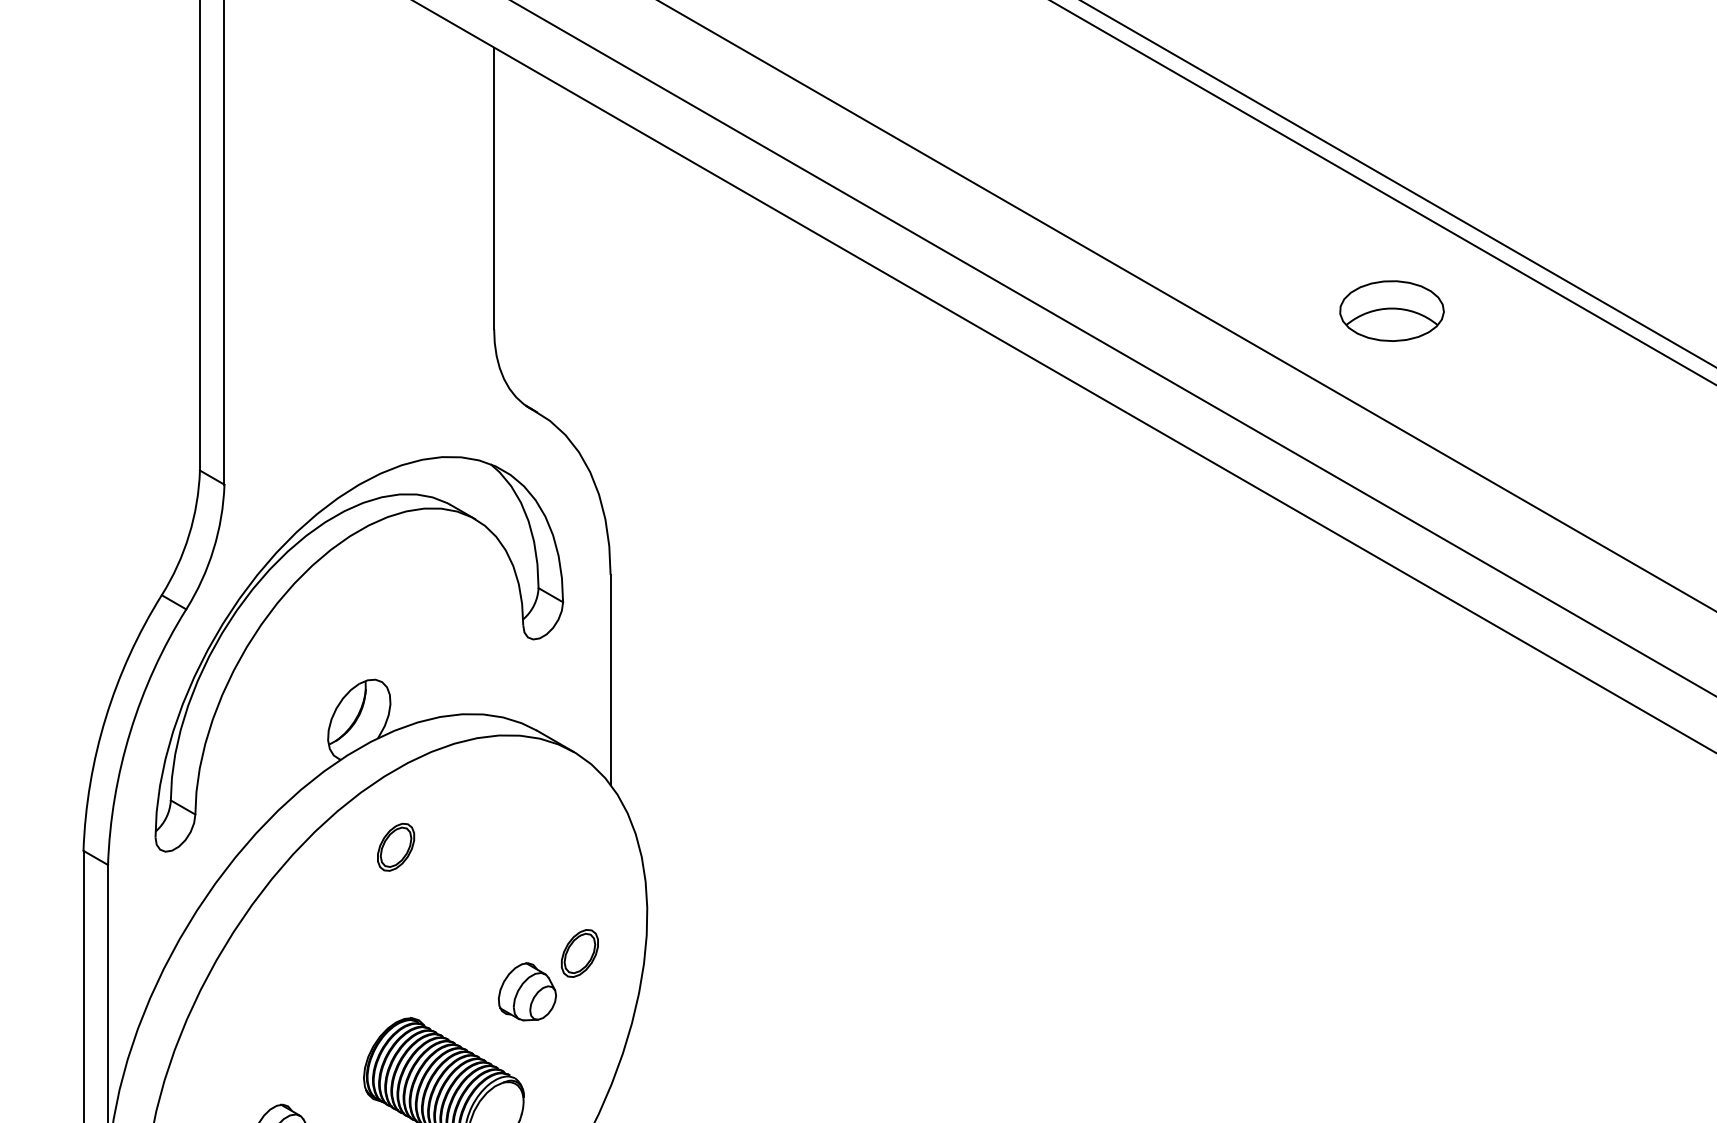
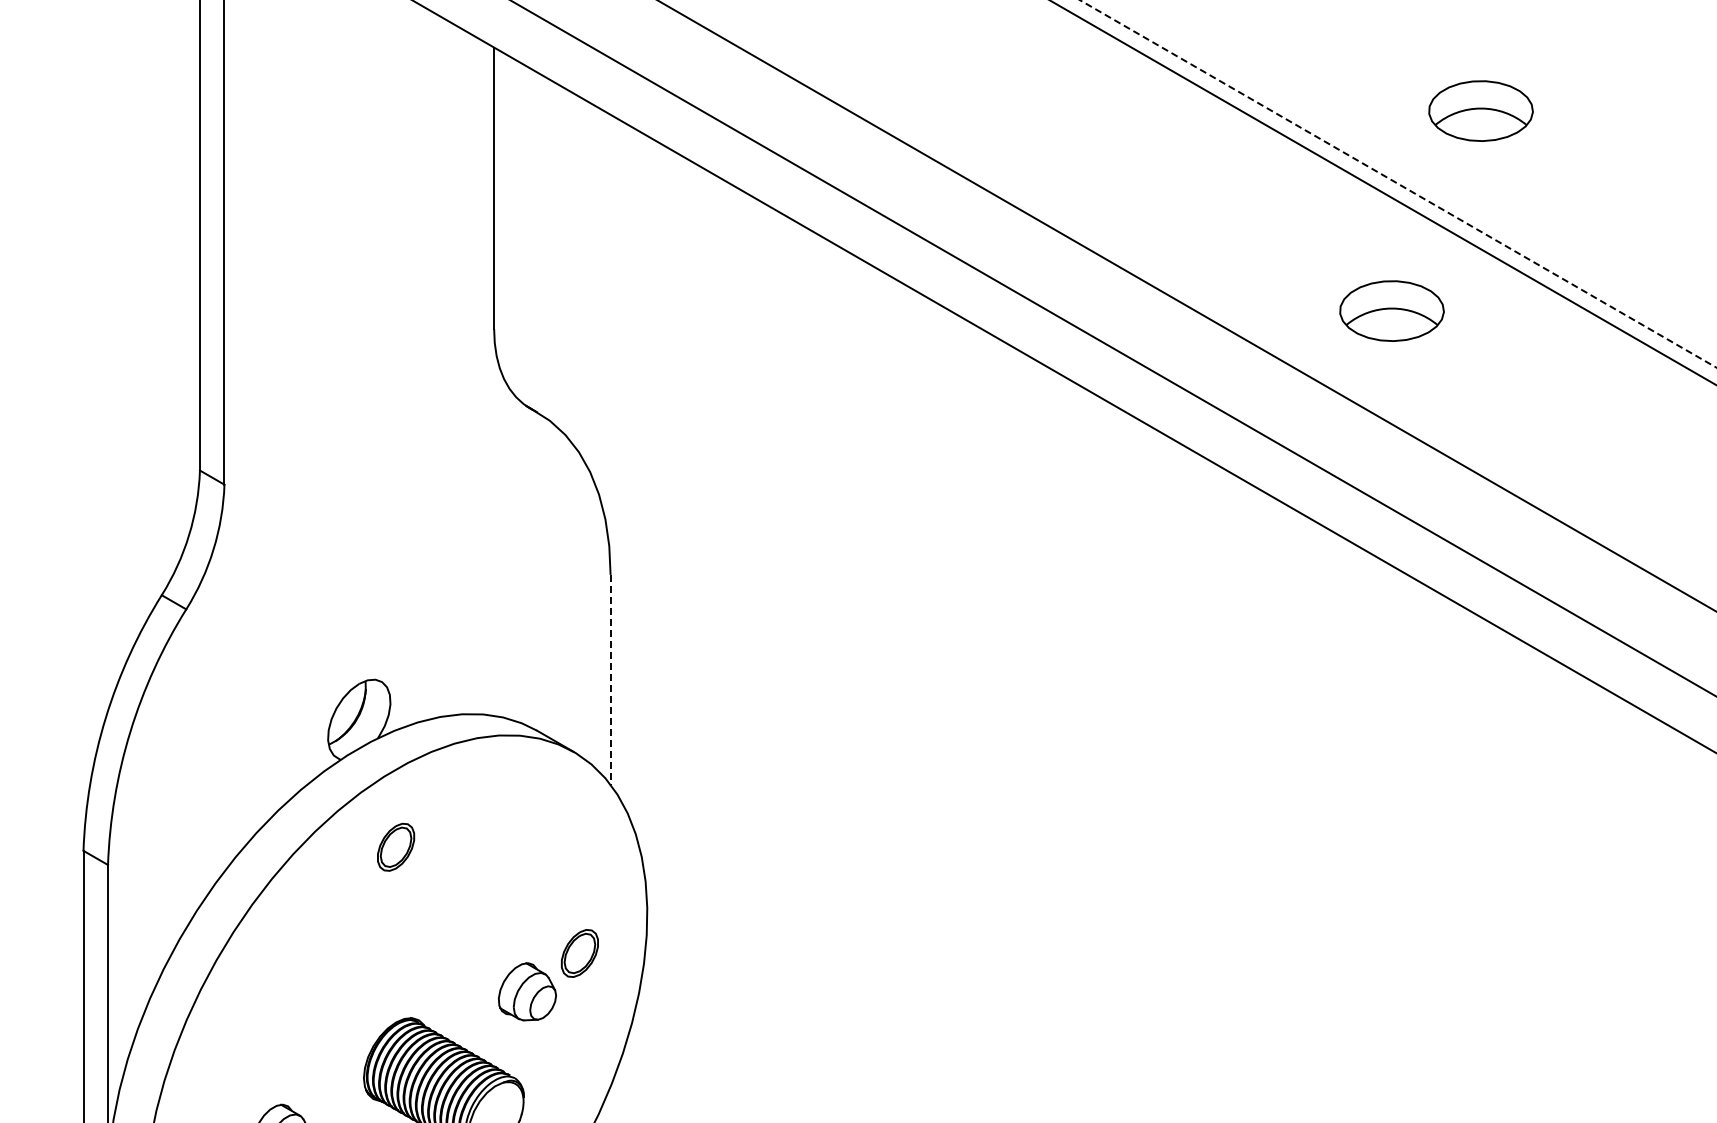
part at (1480, 110): none -> present
line at (1397, 183): solid -> dashed
part at (287, 593): present -> none
line at (610, 679): solid -> dashed
